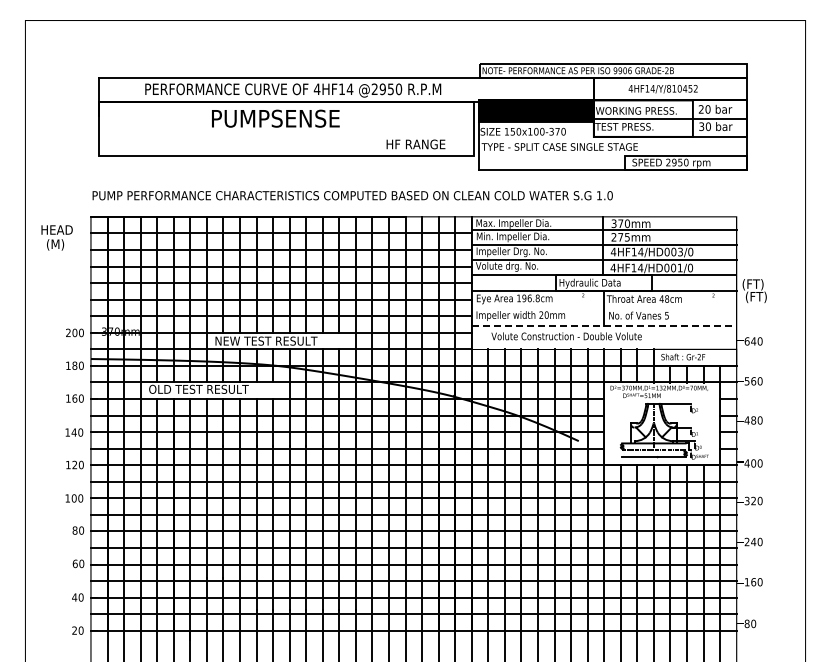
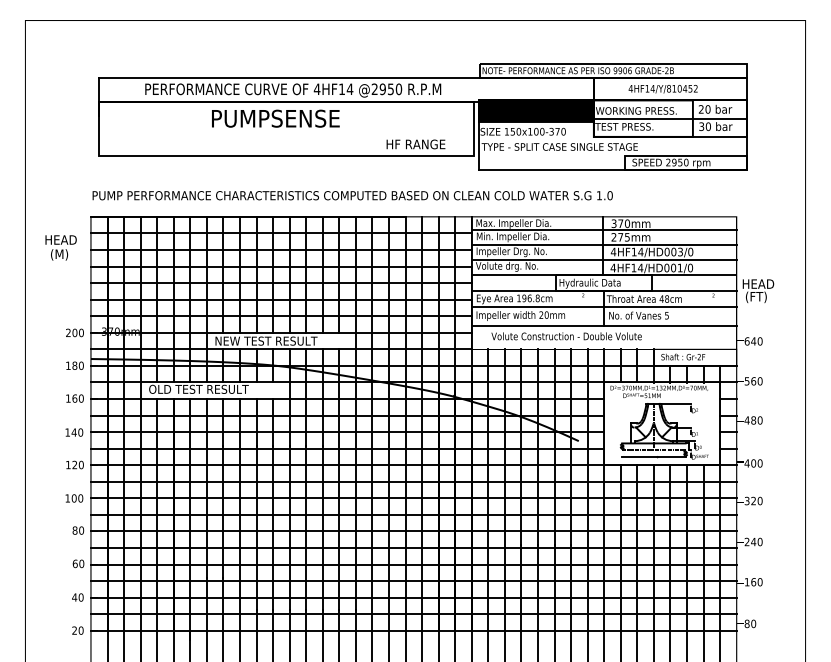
text at (56, 237) position: (56, 237) -> (60, 247)
text at (758, 284): (FT) -> HEAD
line at (603, 306): none -> present
line at (604, 325): dashed -> solid
